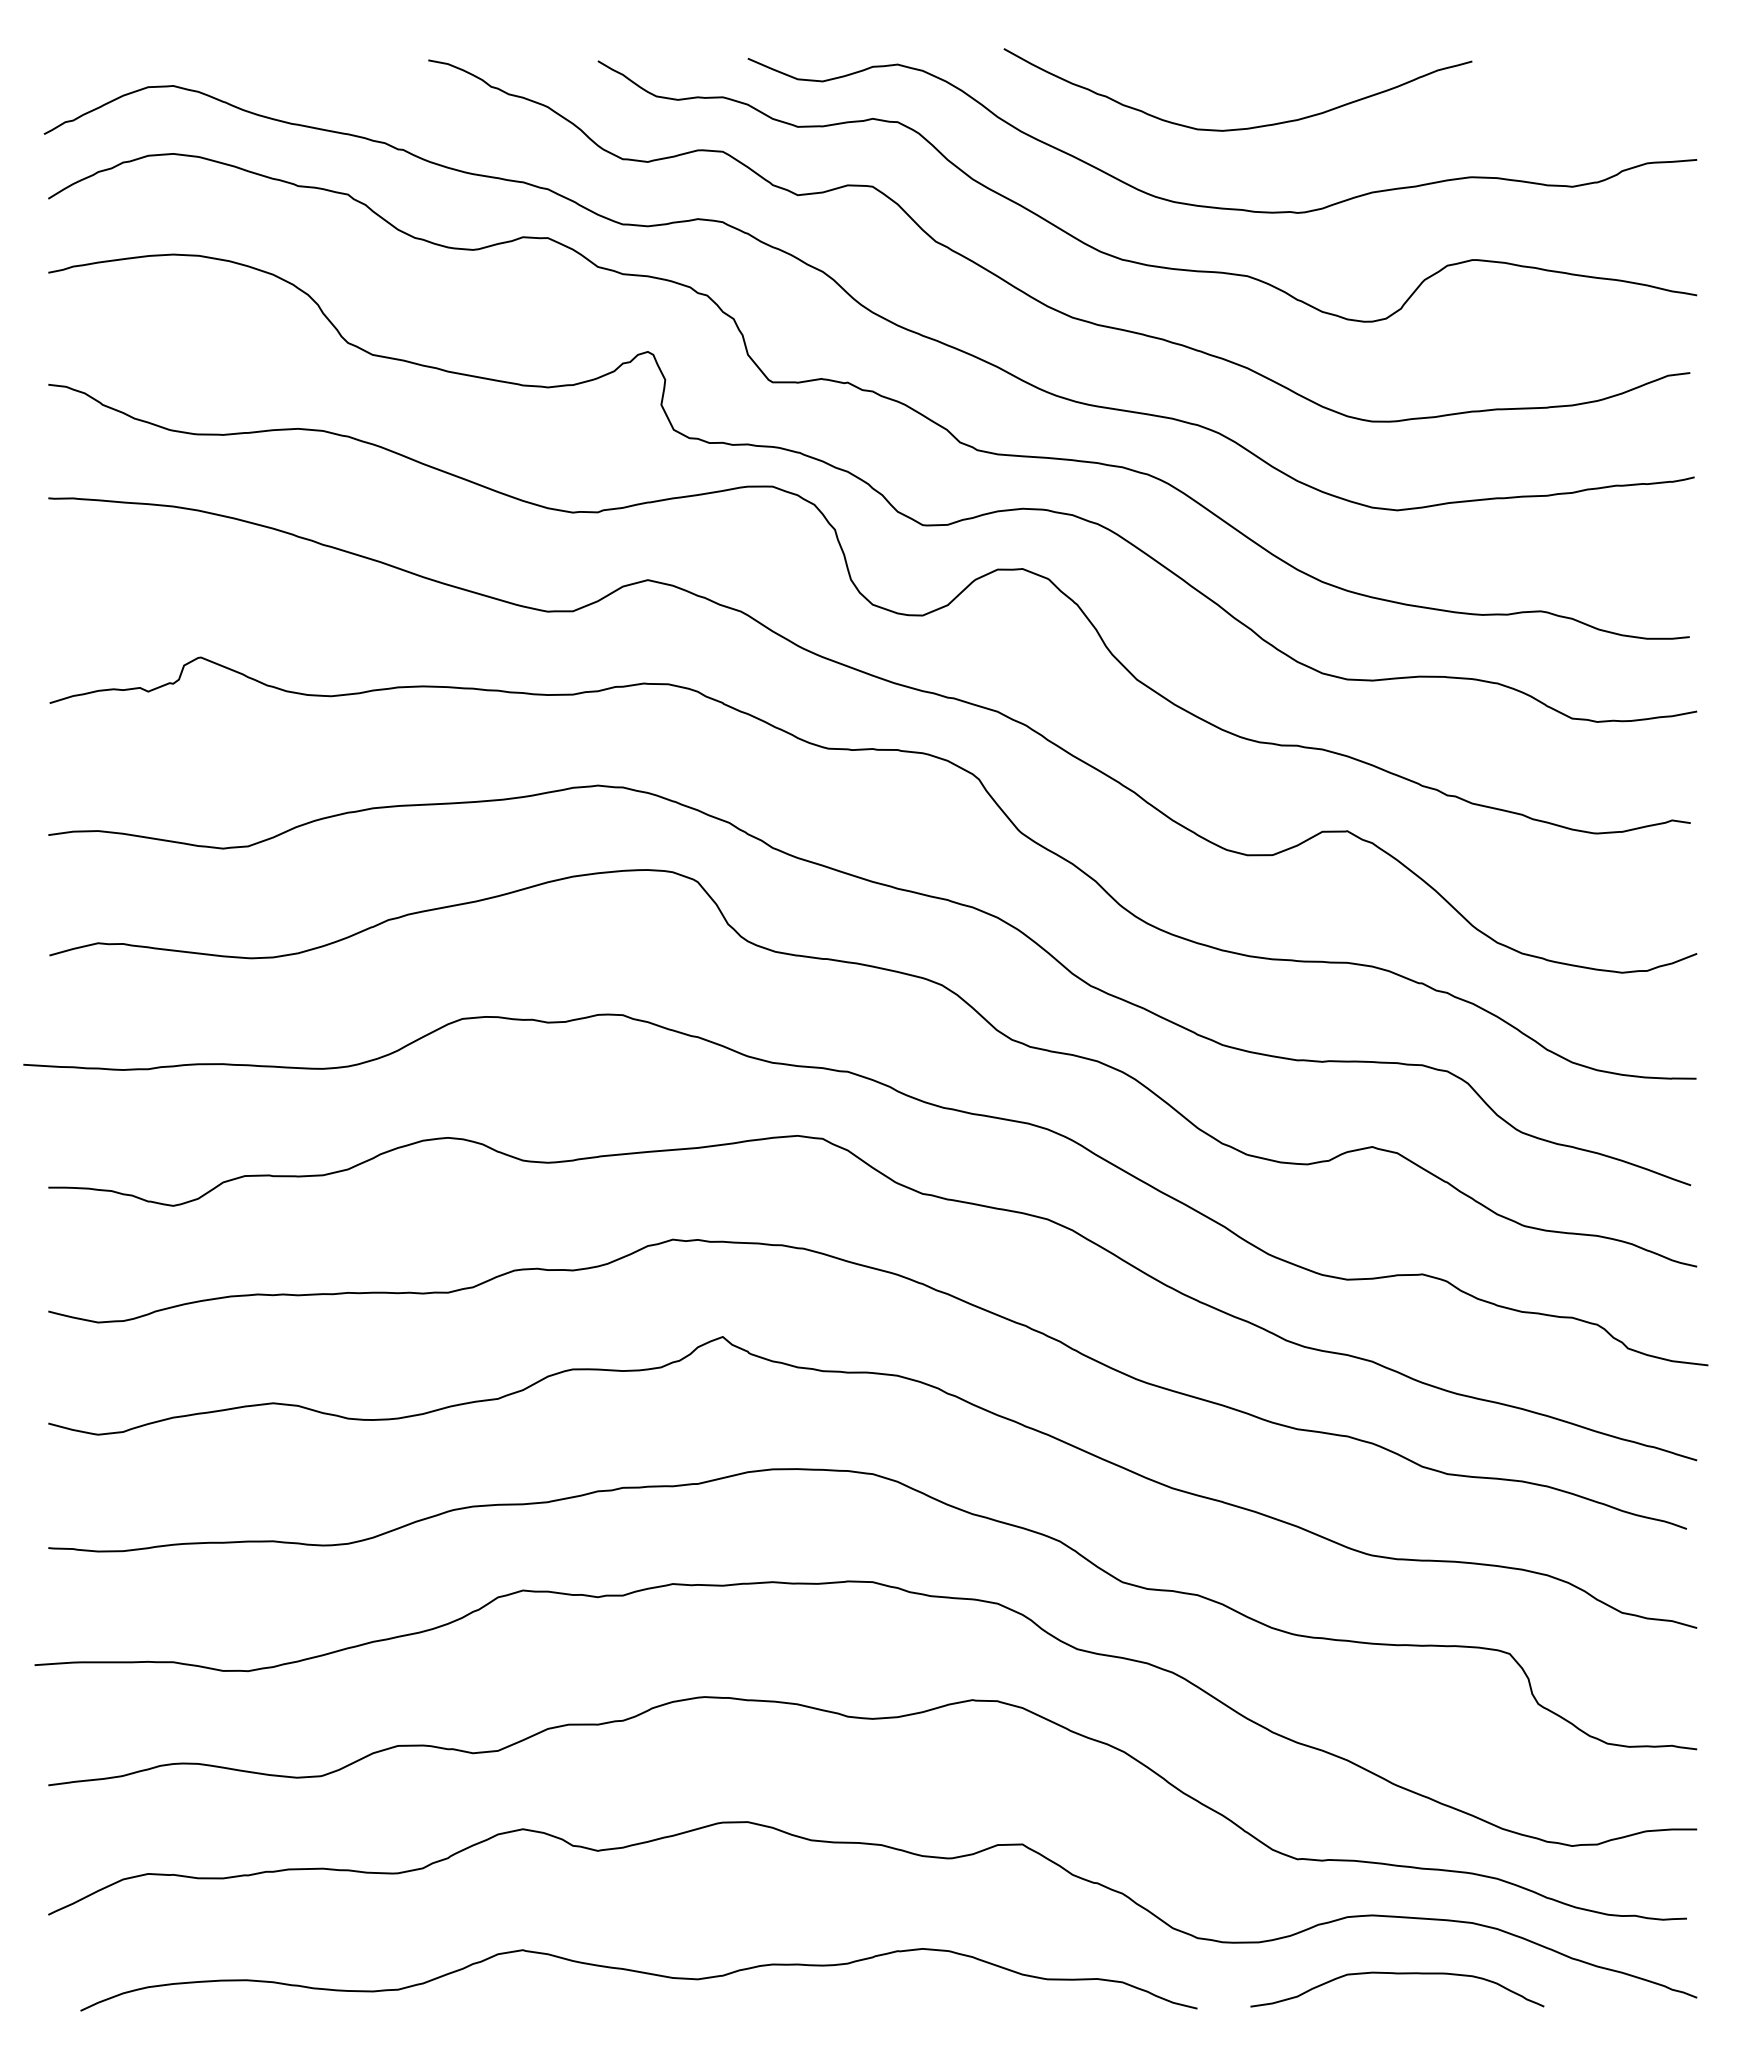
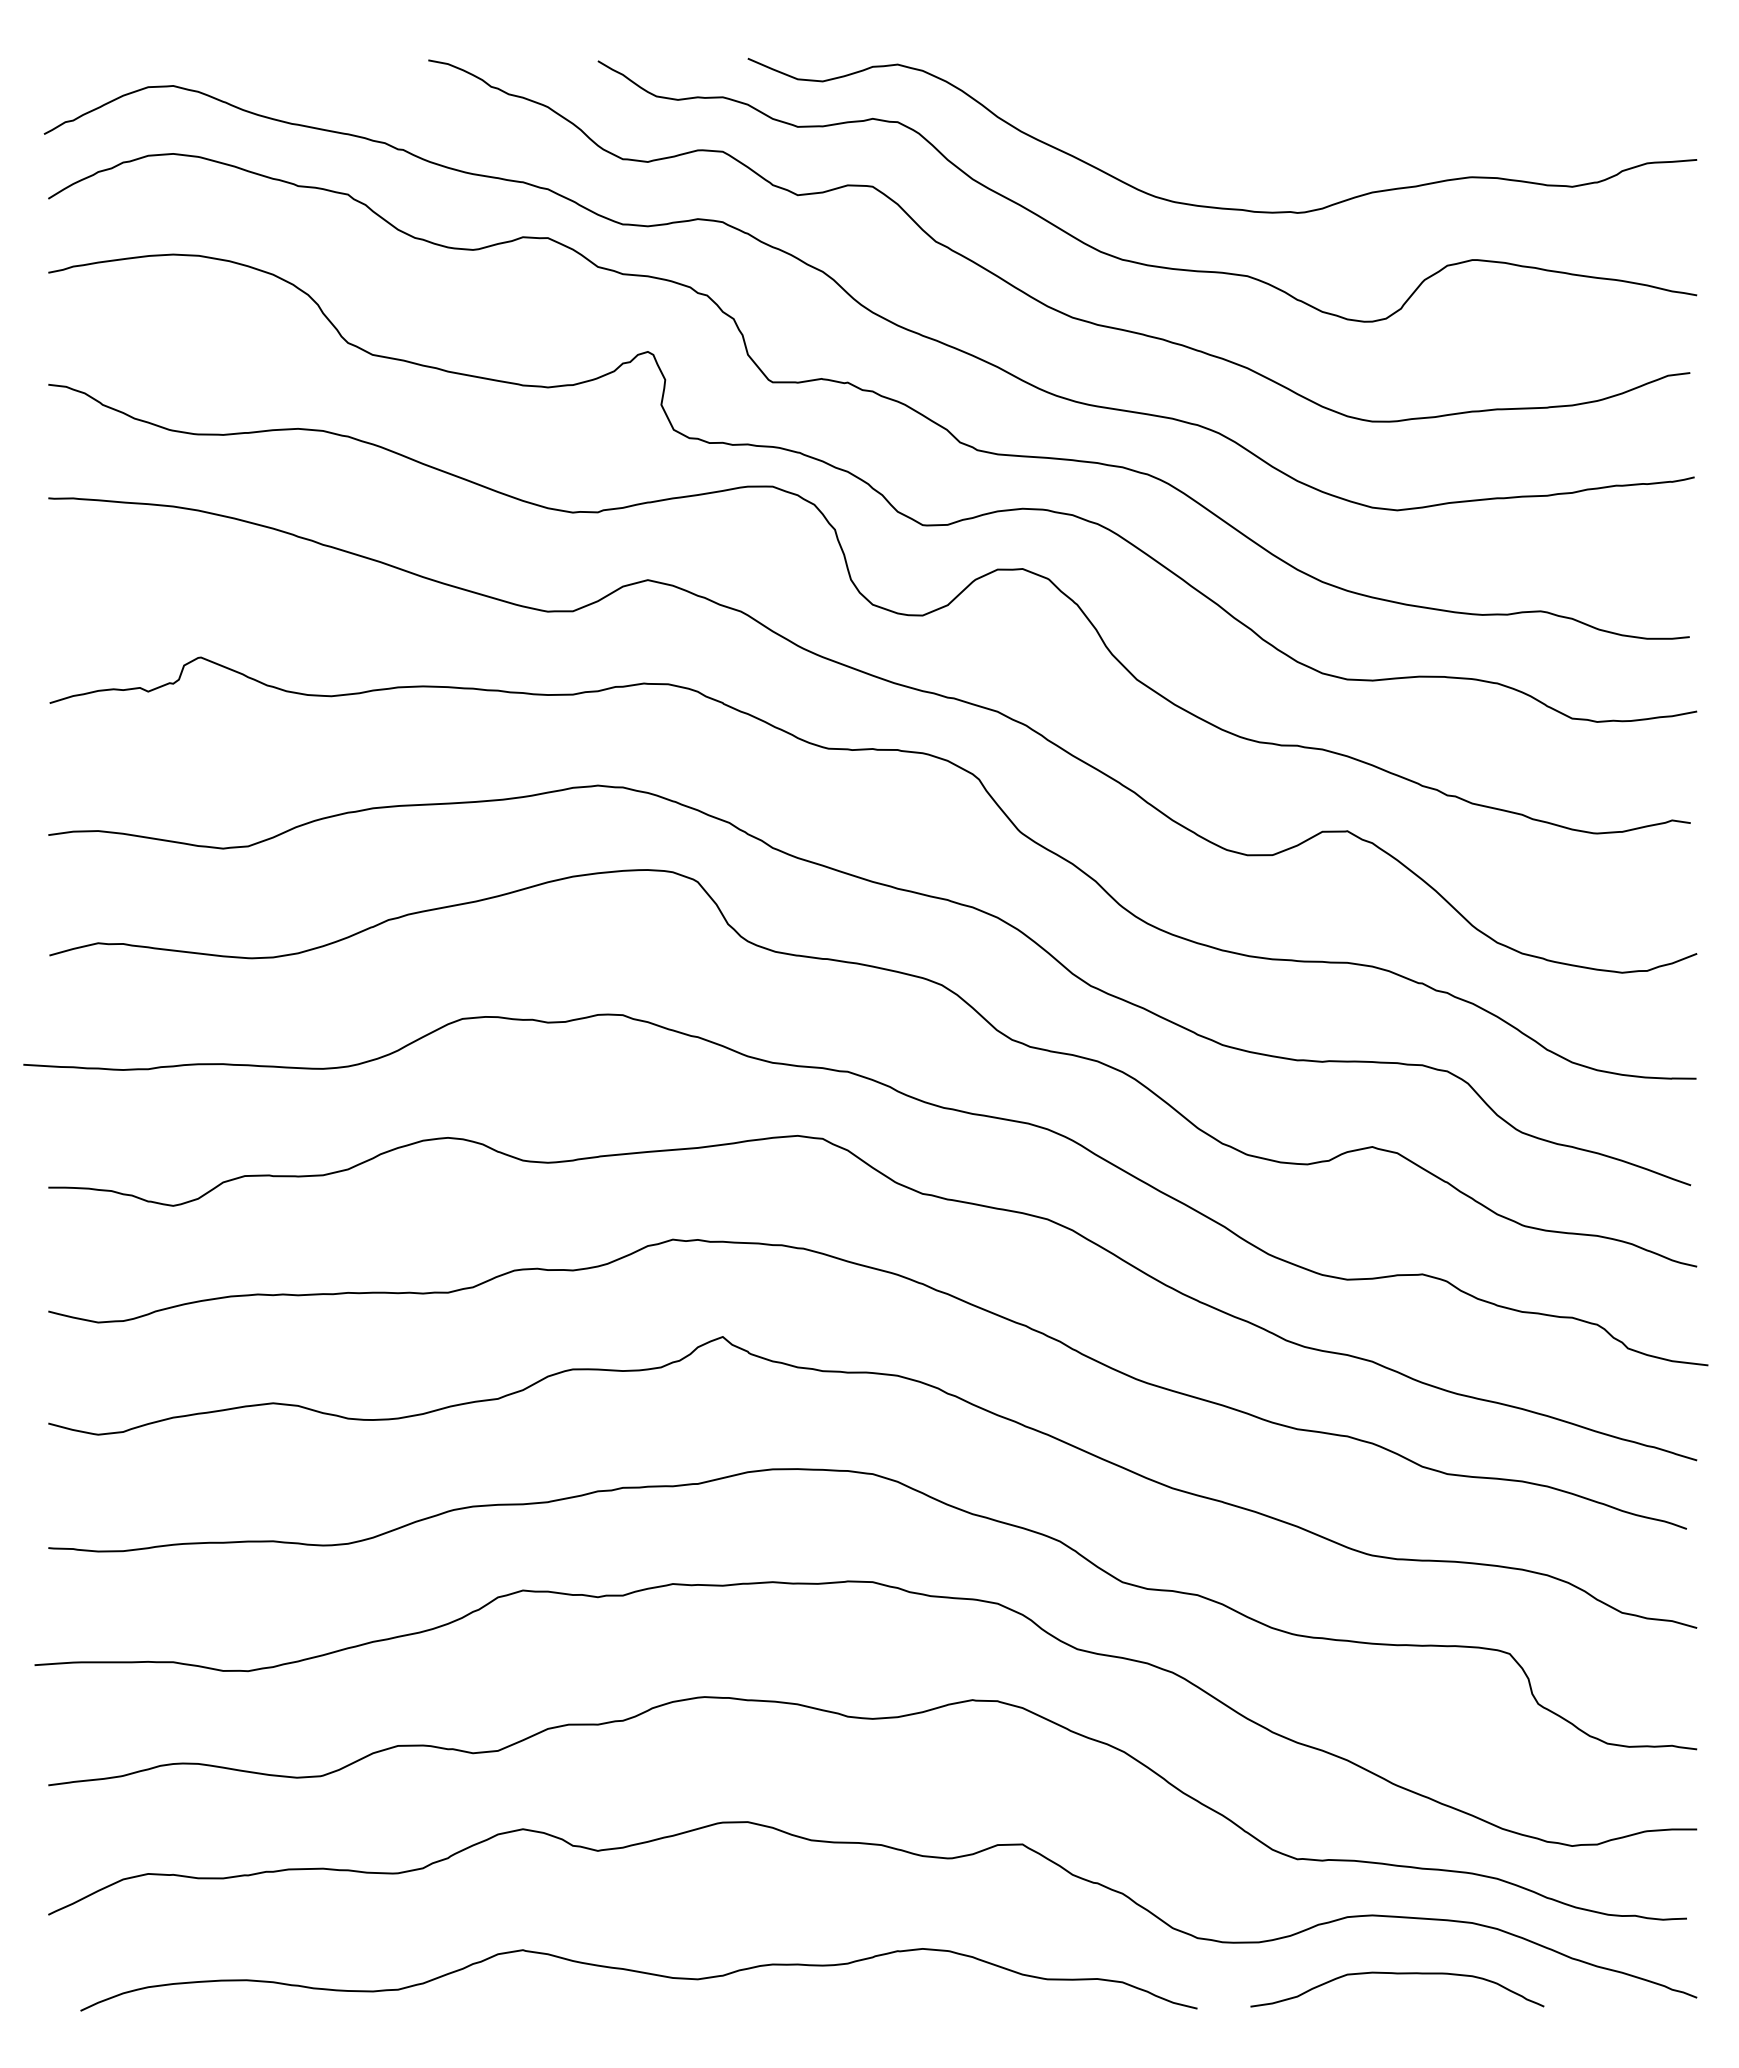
curve at (1237, 128): present -> none
